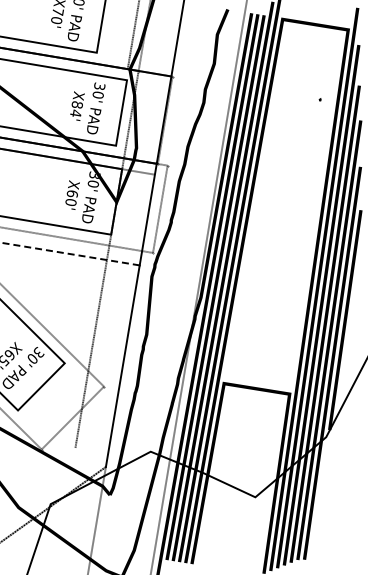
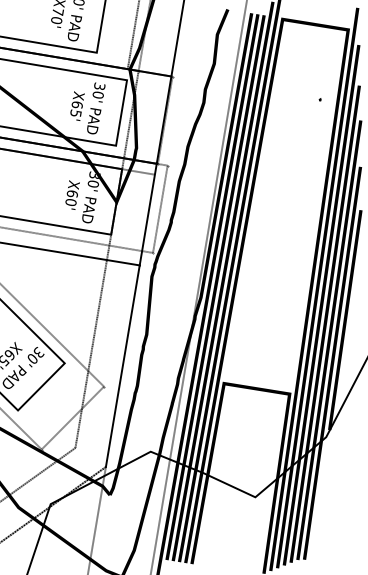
text at (76, 108): X84' -> X65'
line at (70, 254): dashed -> solid
line at (38, 473): none -> present
